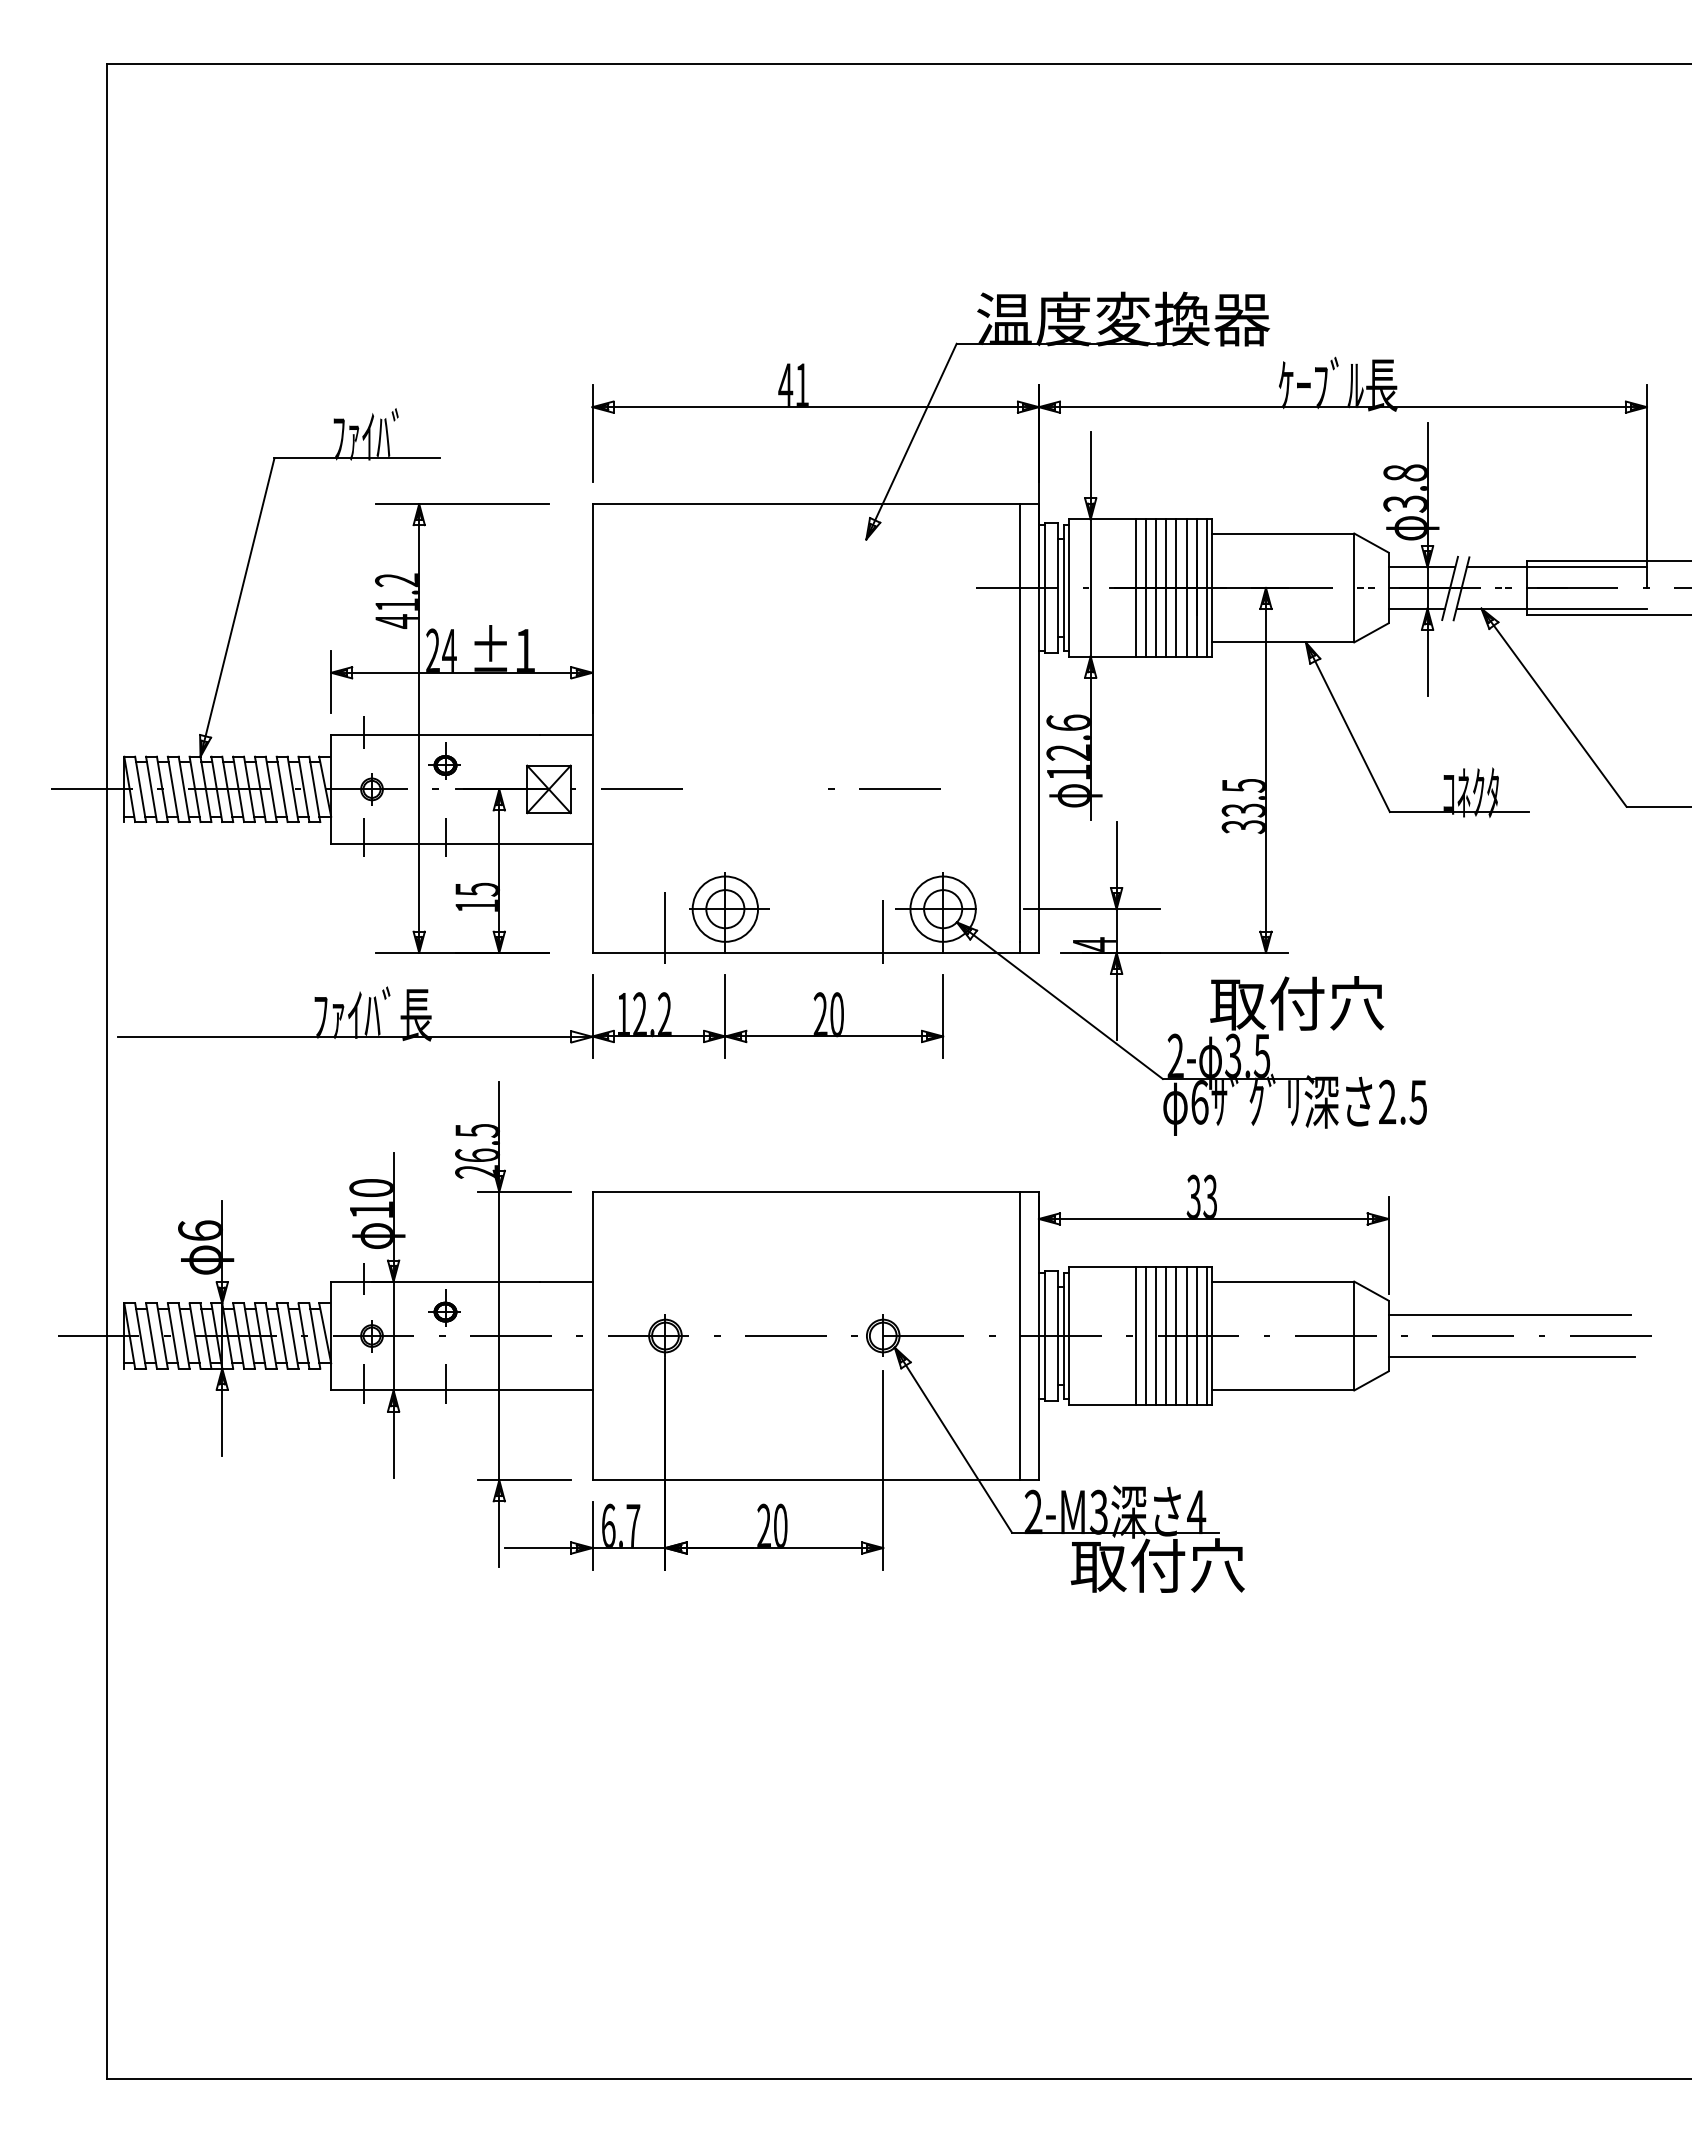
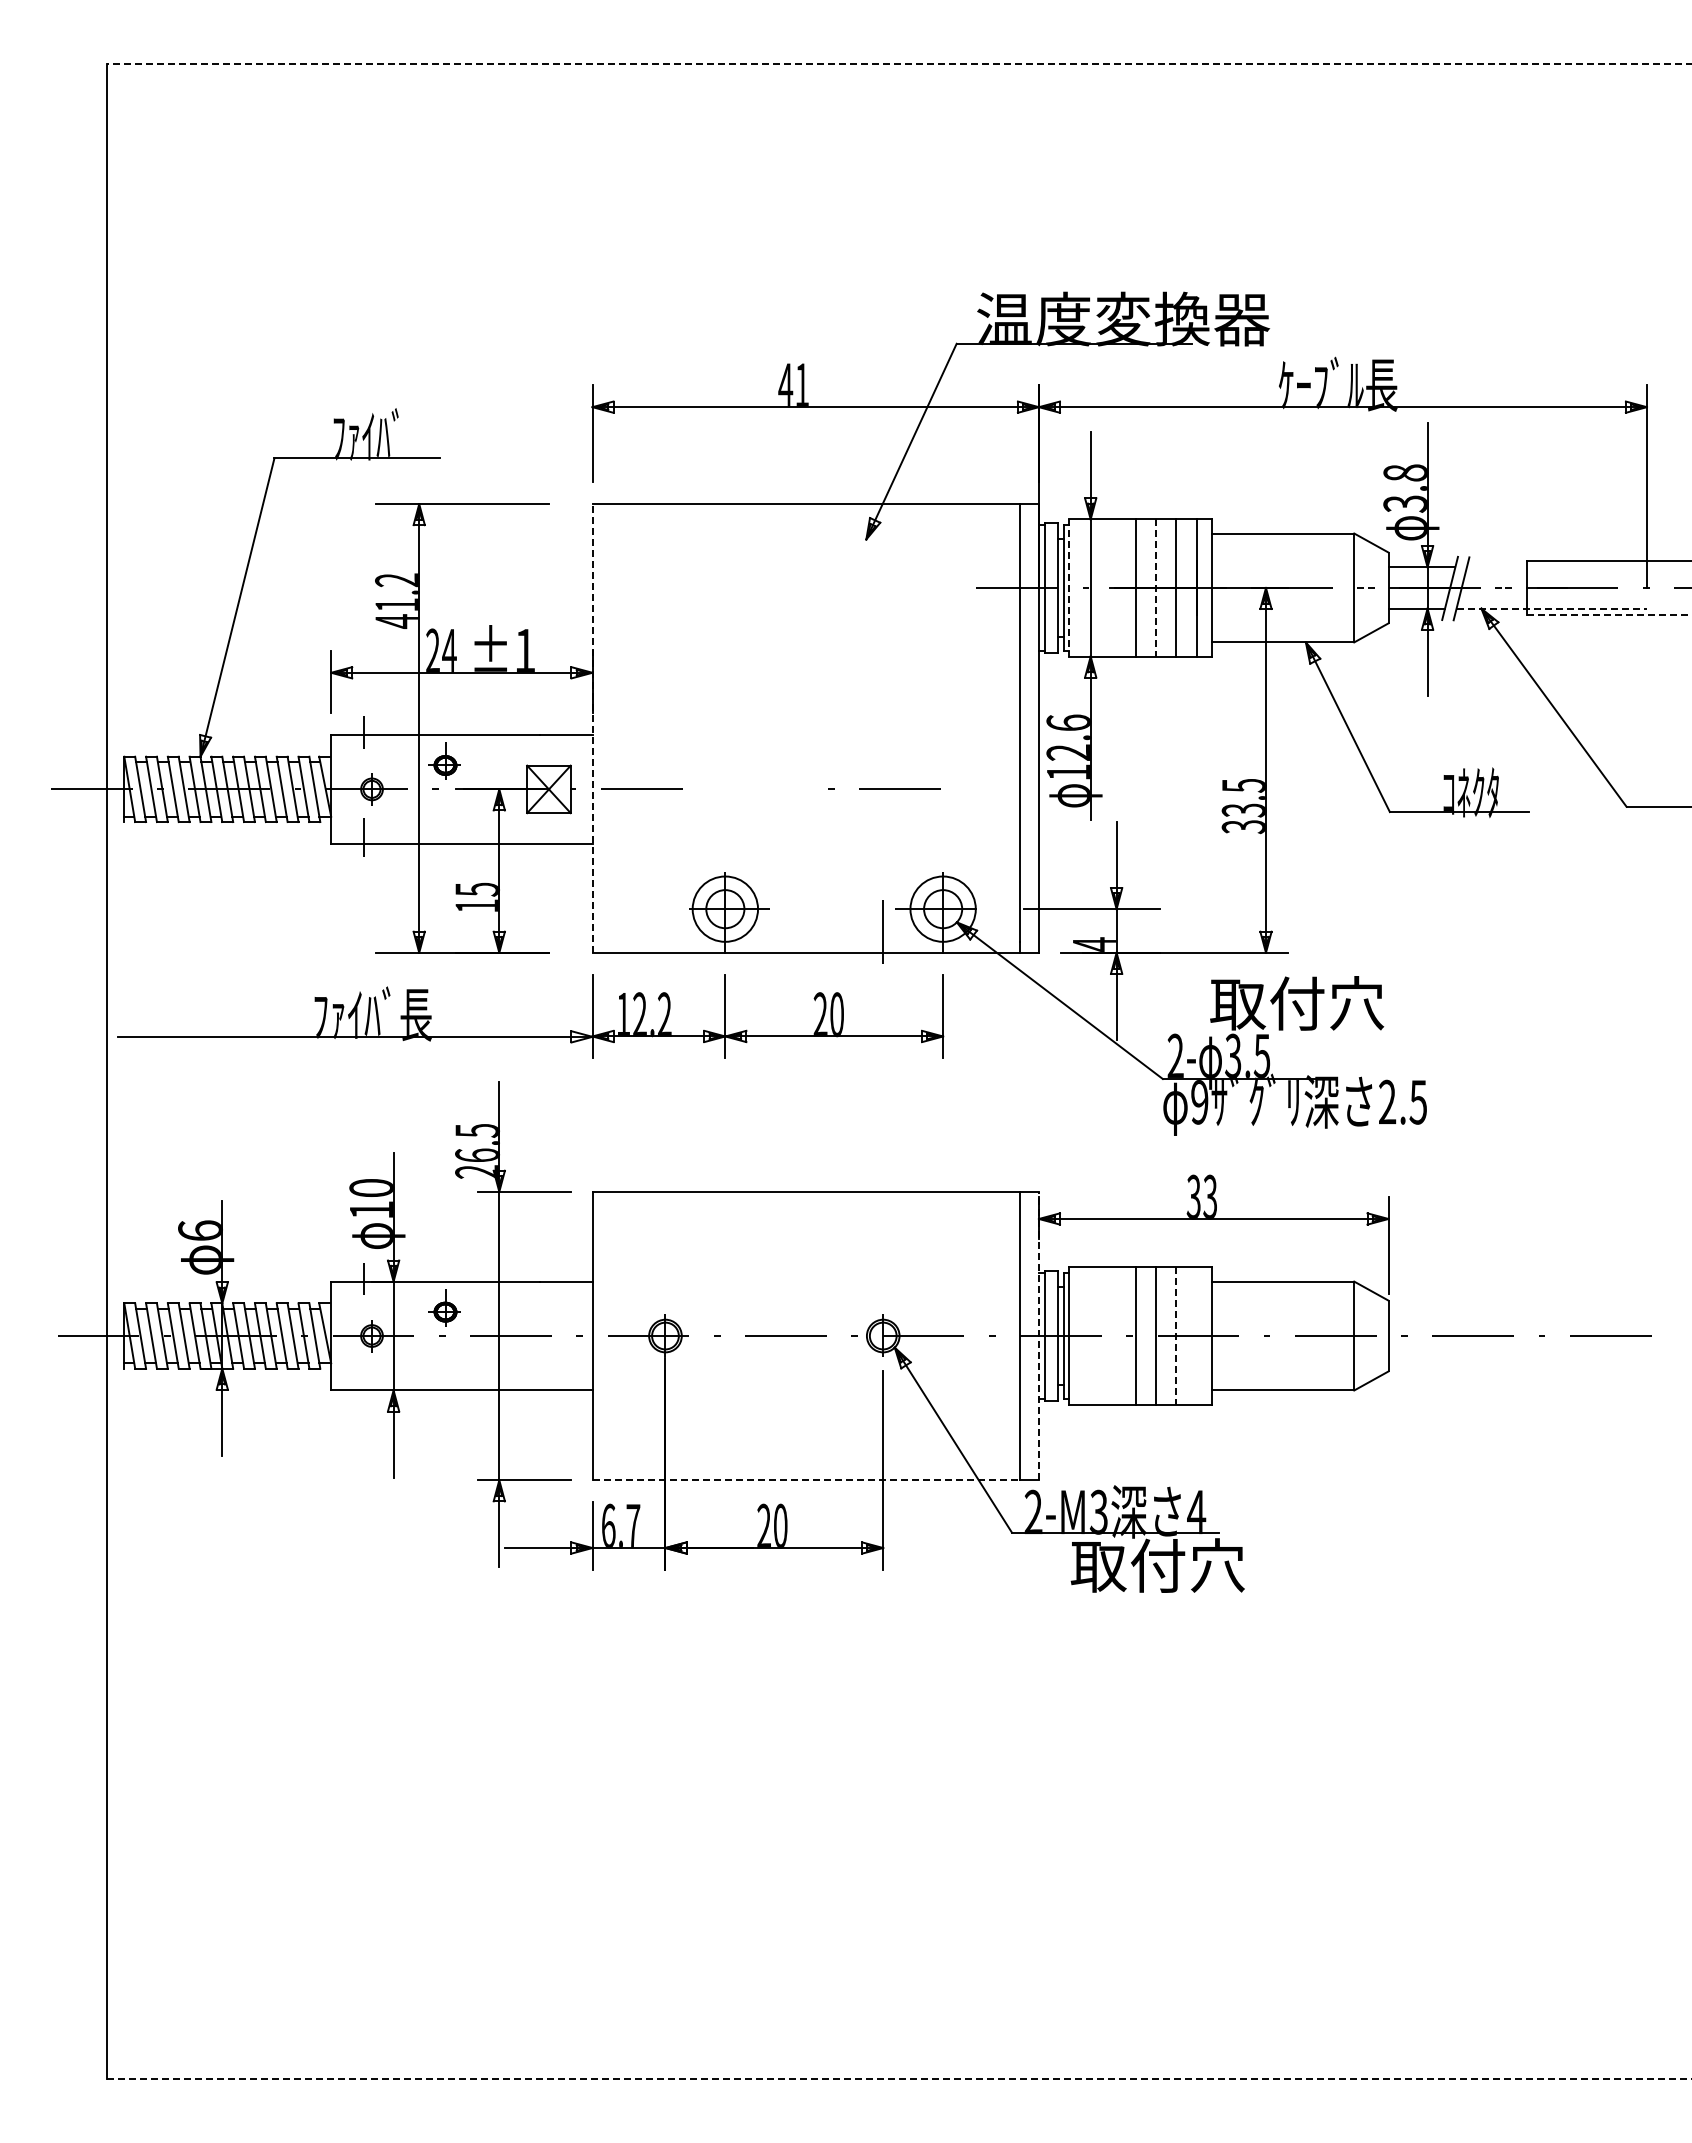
line at (898, 64): solid -> dashed
line at (1556, 567): present -> none
line at (1069, 587): solid -> dashed
line at (1145, 587): present -> none
line at (1156, 587): solid -> dashed
line at (1166, 587): present -> none
line at (1186, 587): present -> none
line at (1207, 587): present -> none
line at (1552, 608): solid -> dashed
line at (1610, 615): solid -> dashed
line at (592, 727): solid -> dashed
line at (445, 837): present -> none
line at (665, 927): present -> none
text at (1199, 1102): 6 -> 9
line at (1509, 1315): present -> none
line at (1038, 1335): solid -> dashed
line at (1145, 1335): present -> none
line at (1166, 1335): present -> none
line at (1186, 1335): present -> none
line at (1196, 1335): present -> none
line at (1207, 1335): present -> none
line at (1176, 1336): solid -> dashed
line at (1511, 1356): present -> none
line at (363, 1384): present -> none
line at (445, 1384): present -> none
line at (806, 1480): solid -> dashed
line at (899, 2078): solid -> dashed
